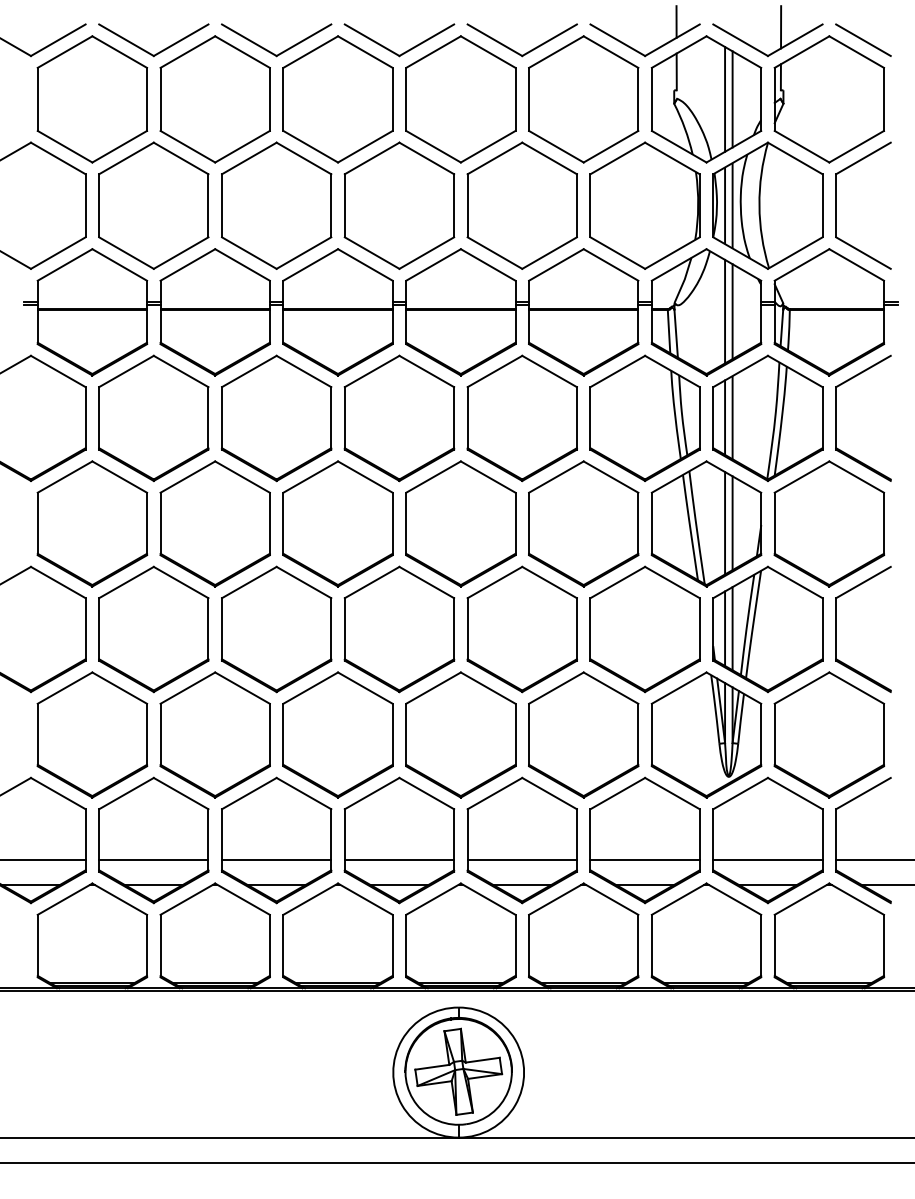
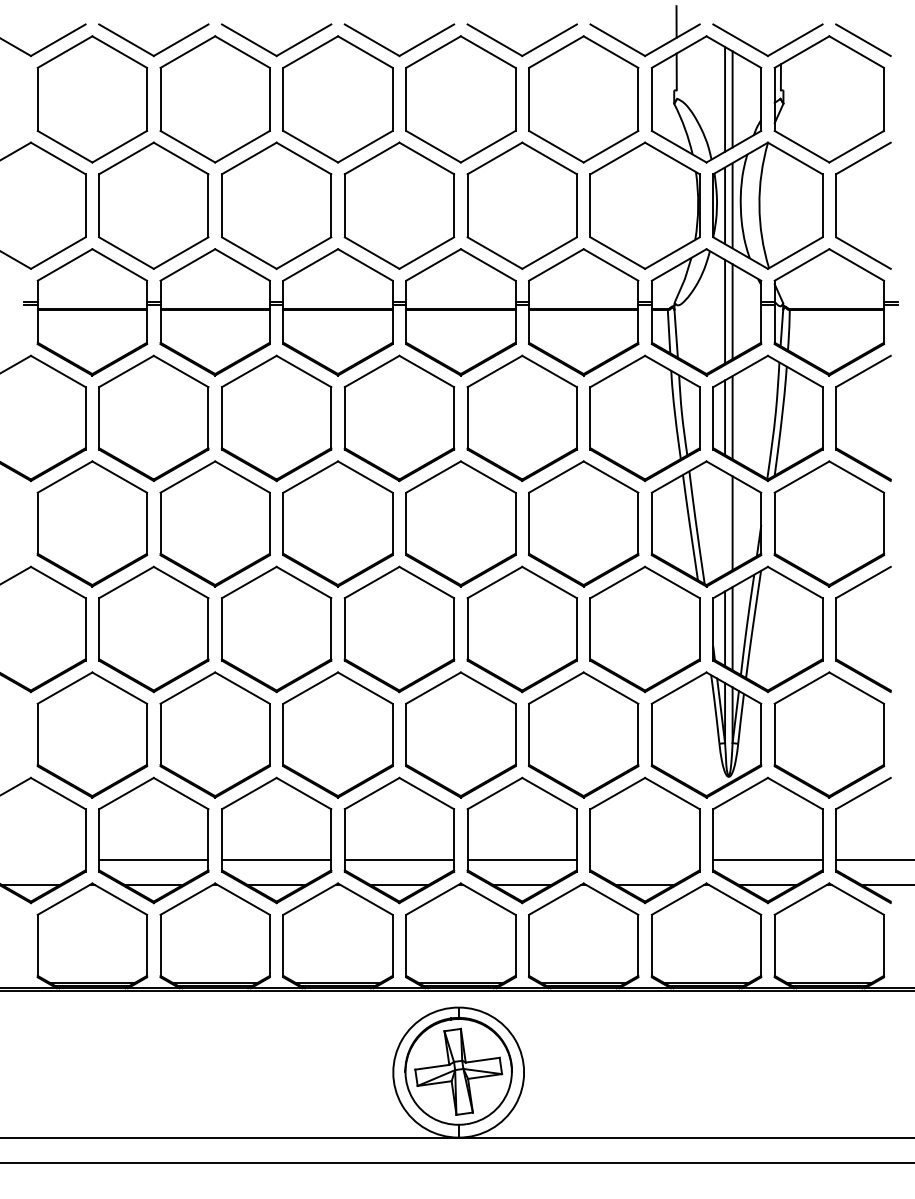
line at (781, 27): present -> none
line at (725, 523): present -> none
line at (43, 860): present -> none
line at (644, 860): present -> none
